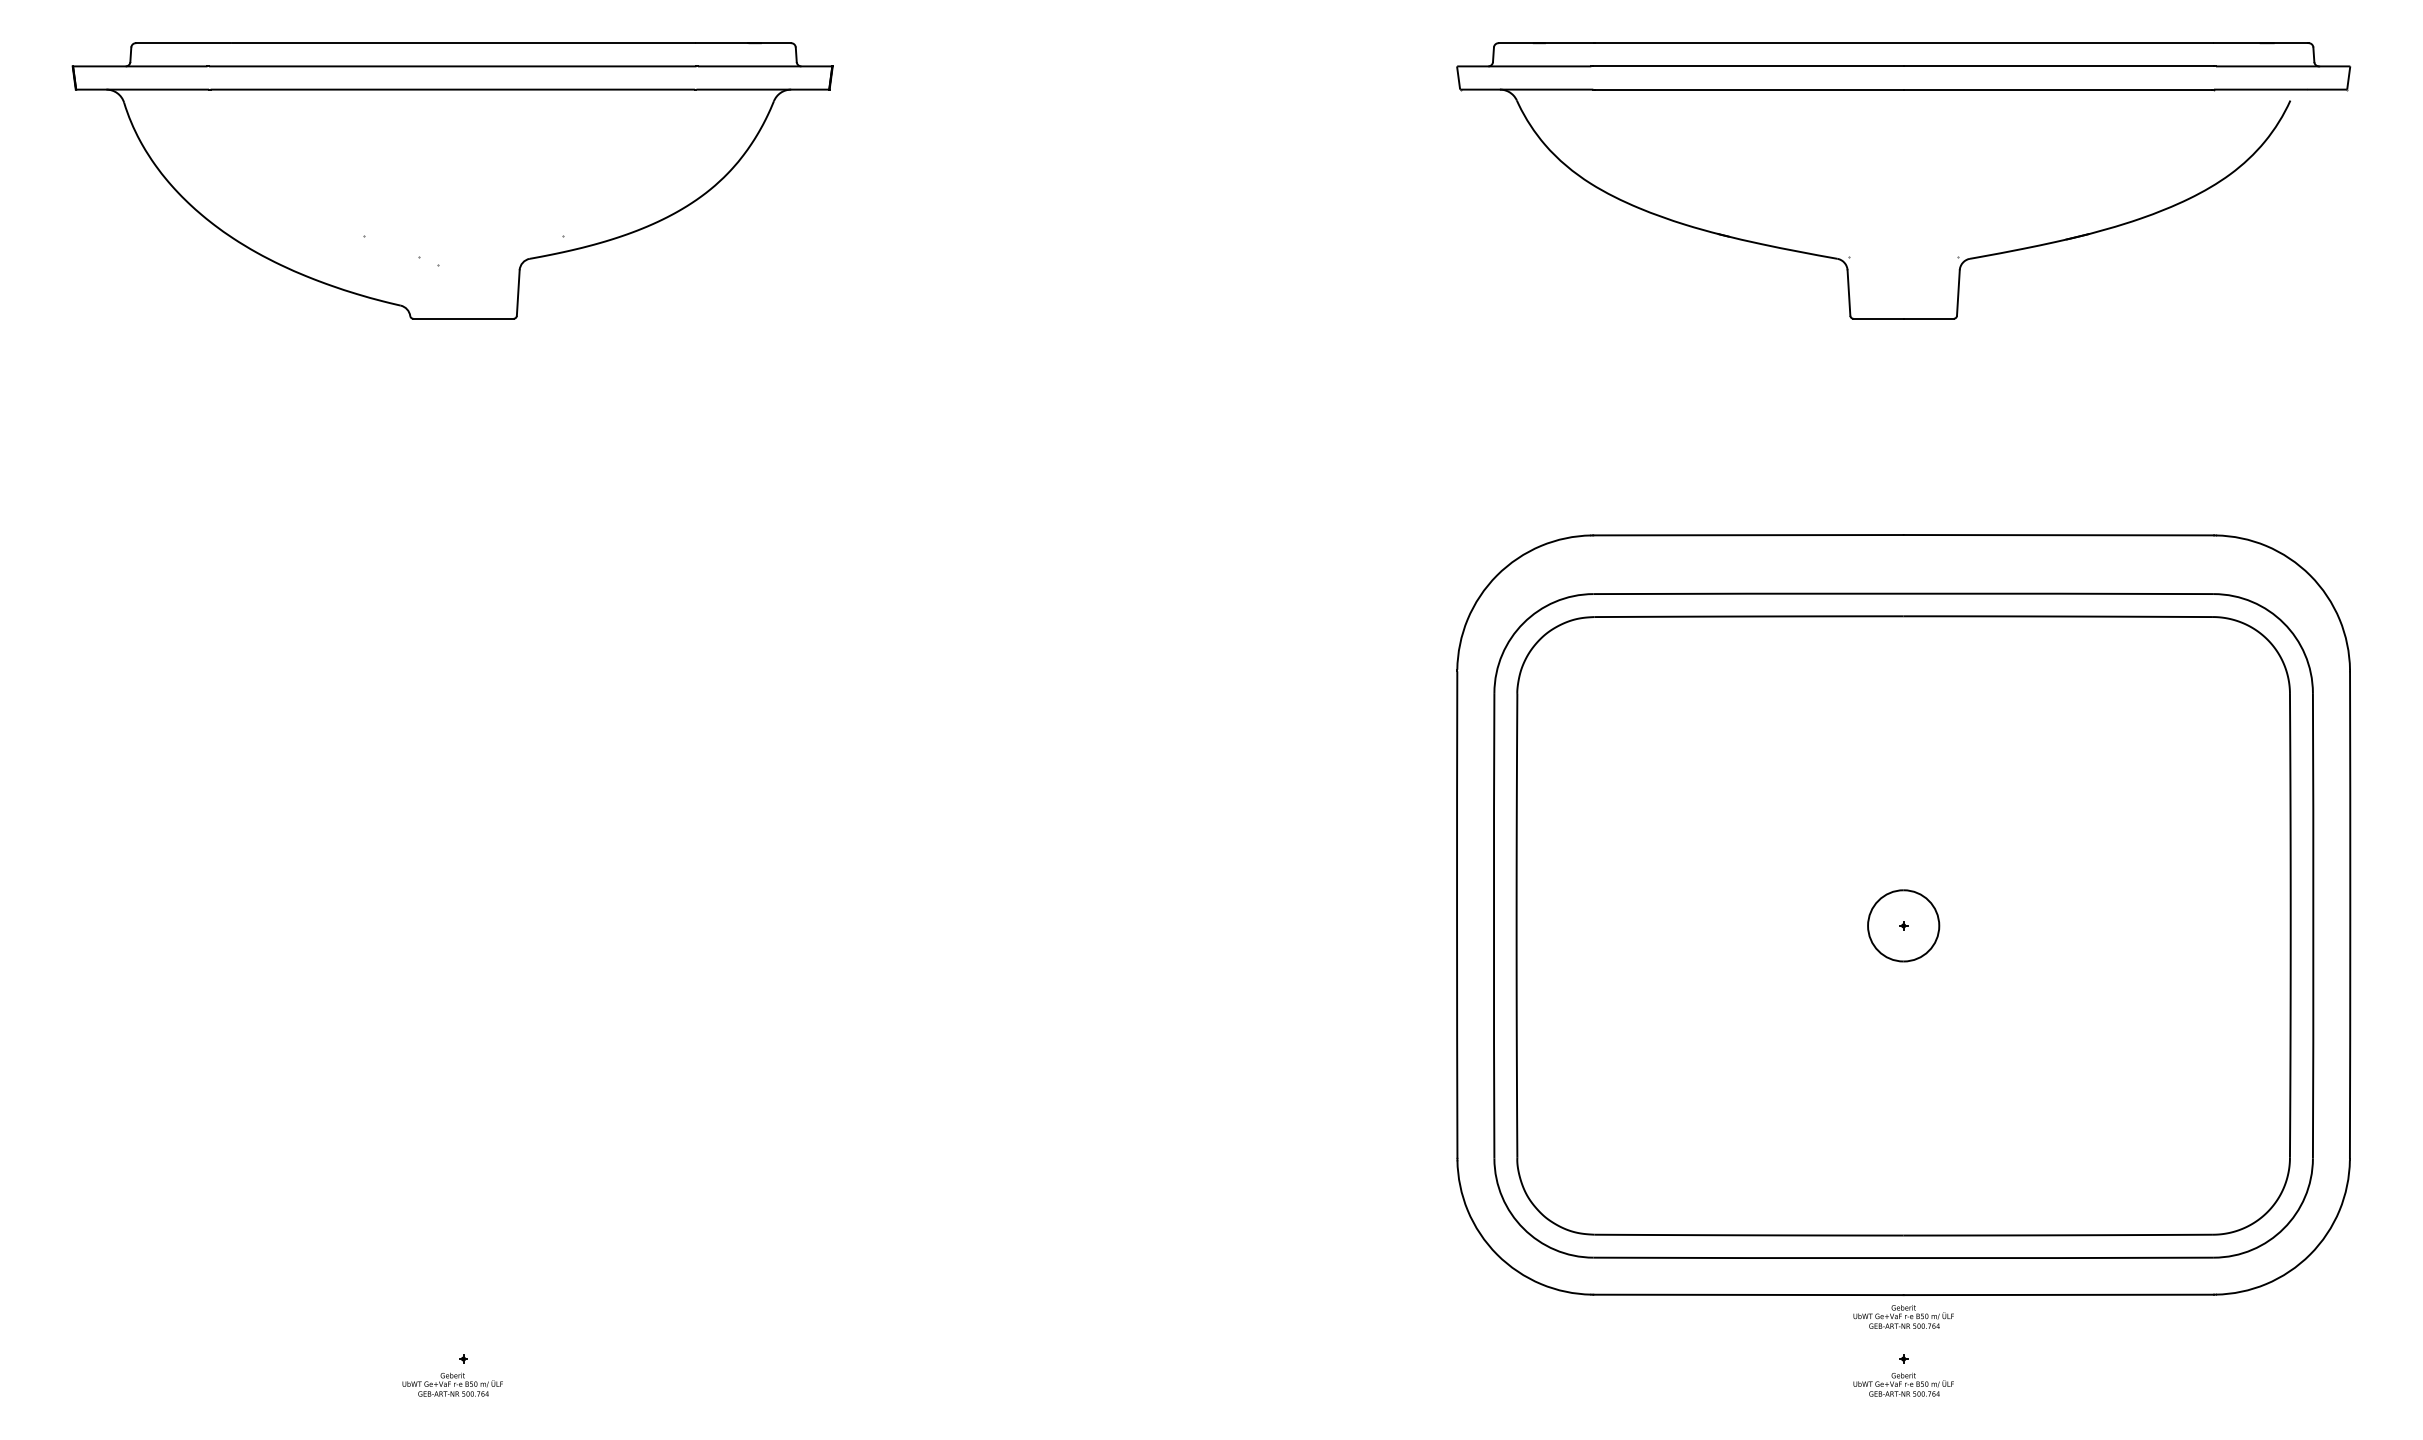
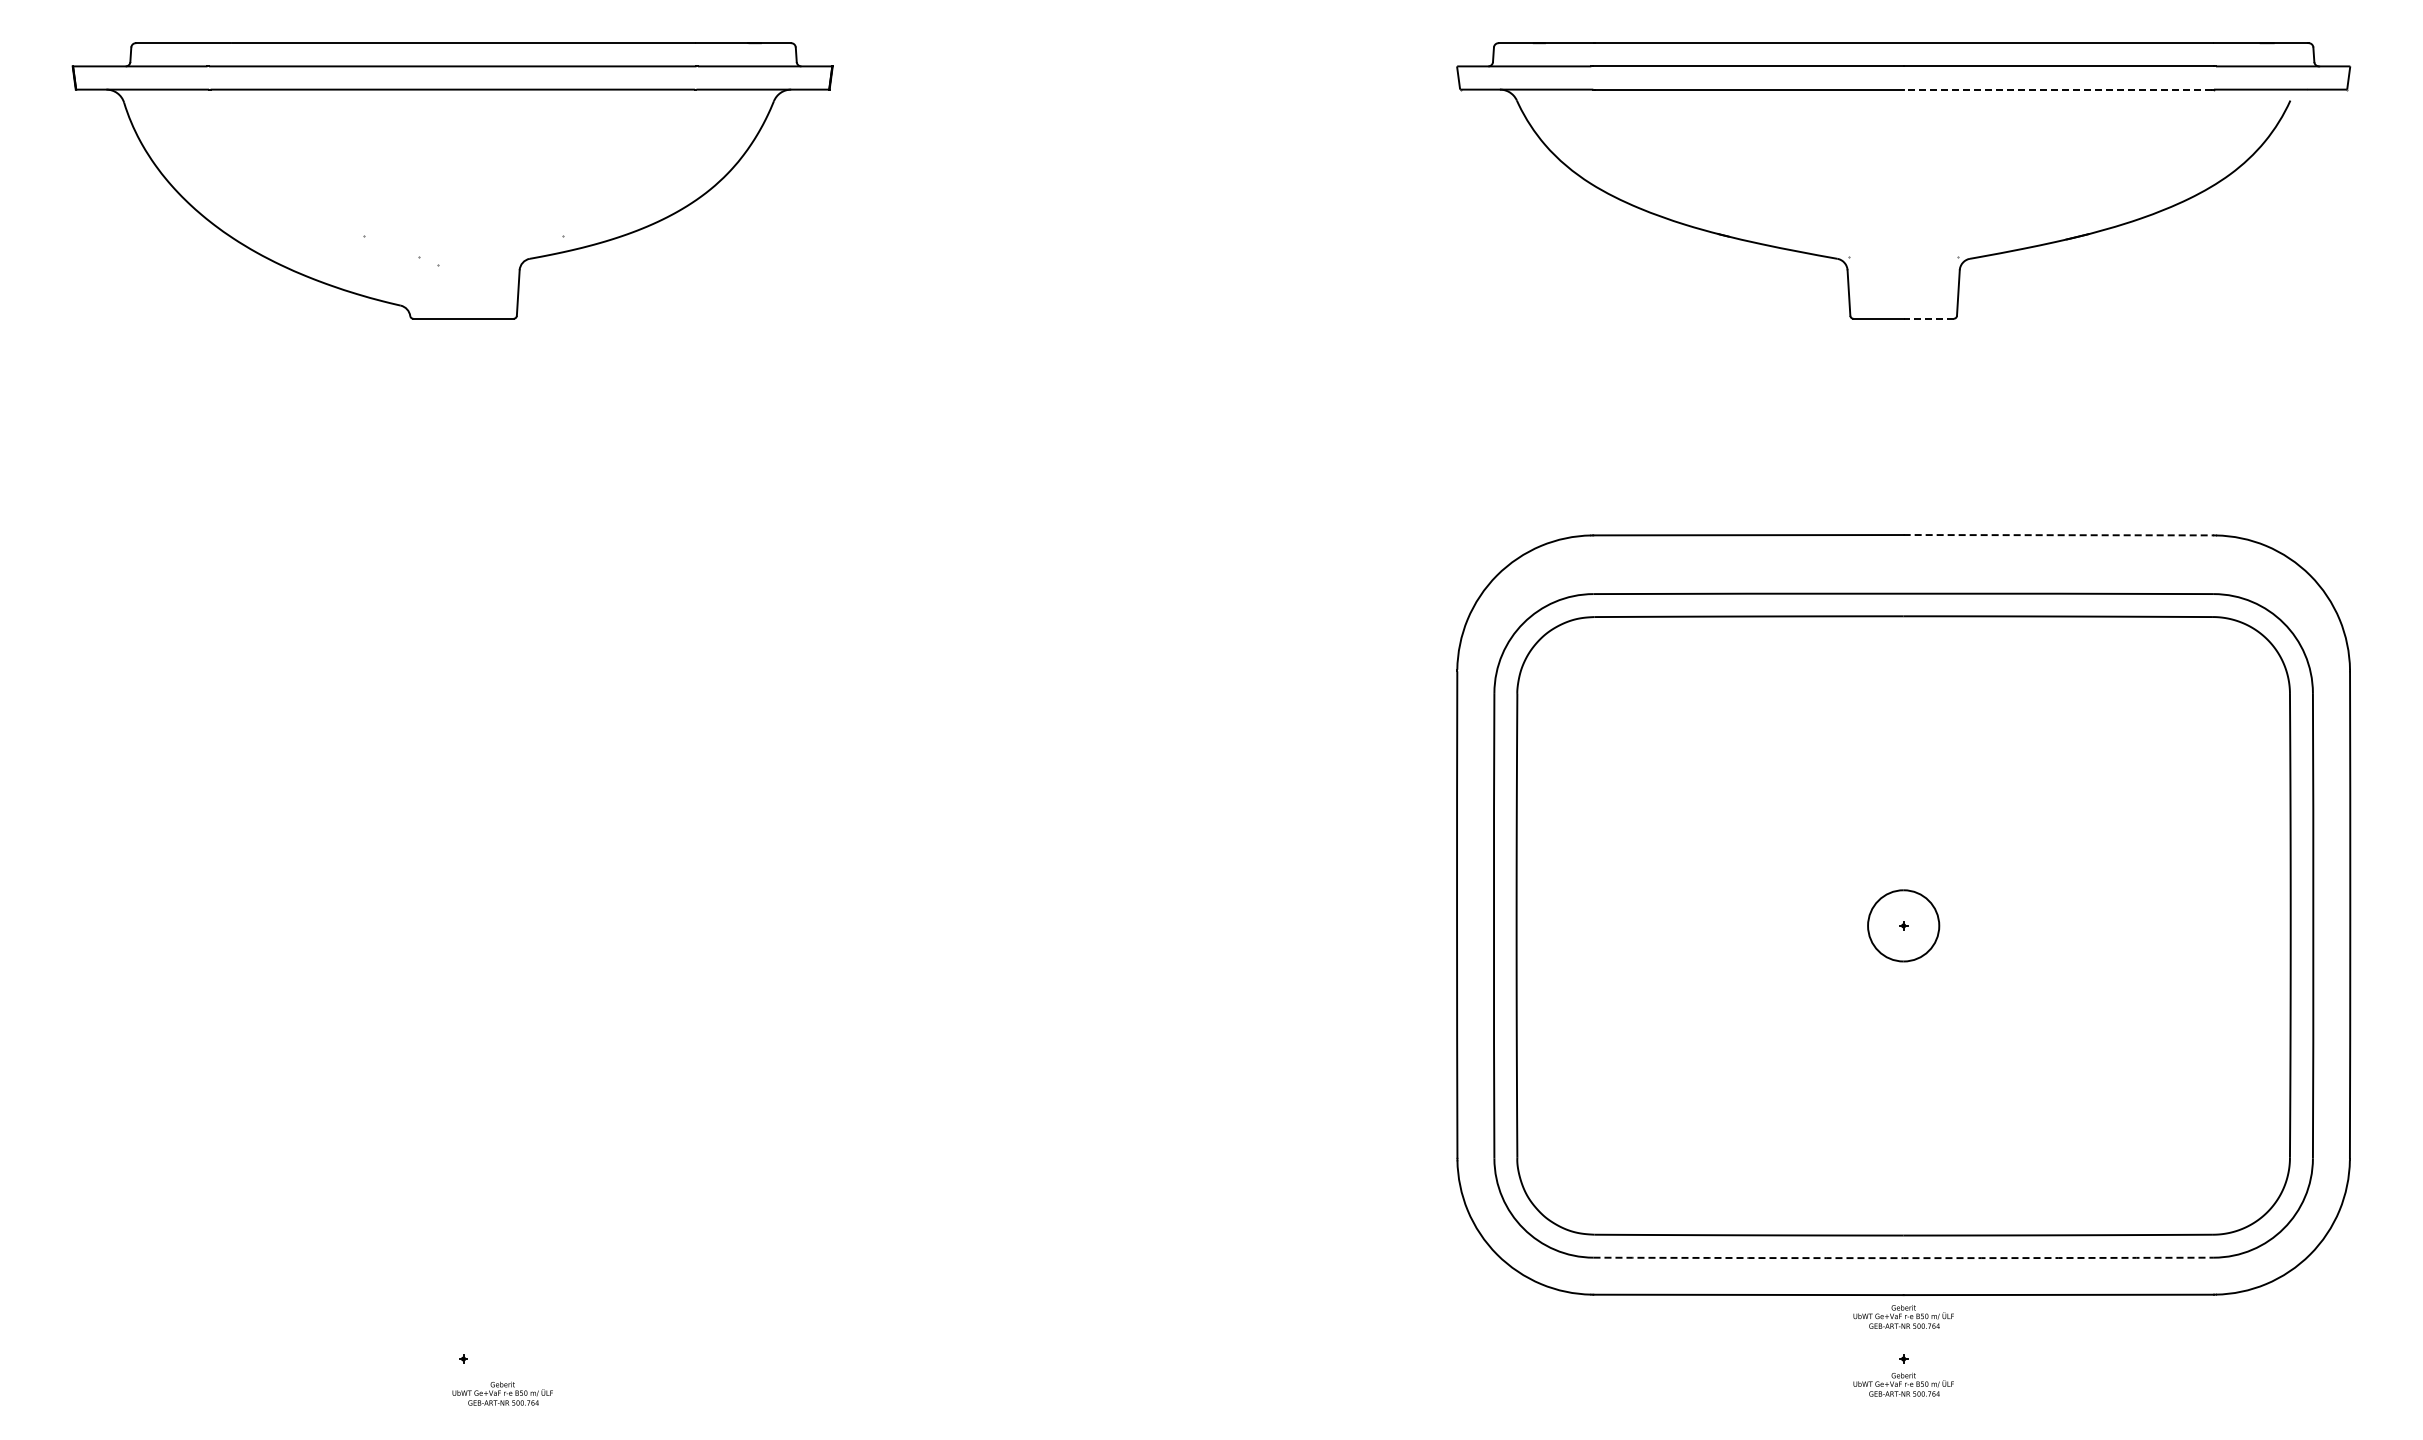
line at (2057, 89): solid -> dashed
line at (1928, 318): solid -> dashed
line at (2059, 535): solid -> dashed
arc at (1903, 1258): solid -> dashed
text at (452, 1384) position: (452, 1384) -> (502, 1393)
